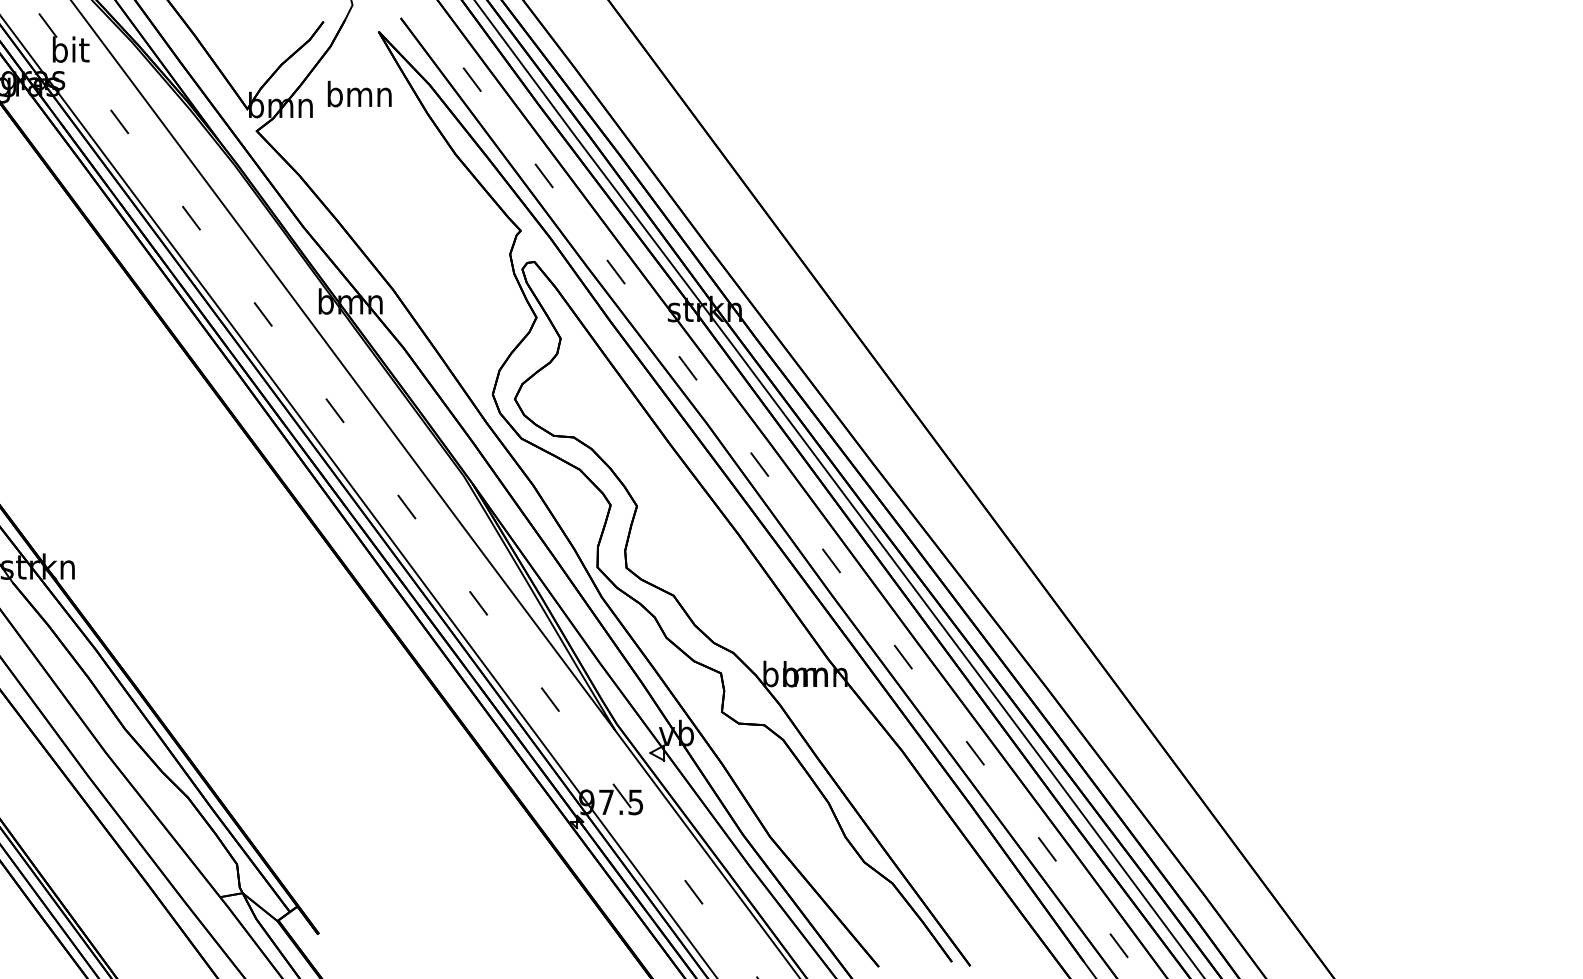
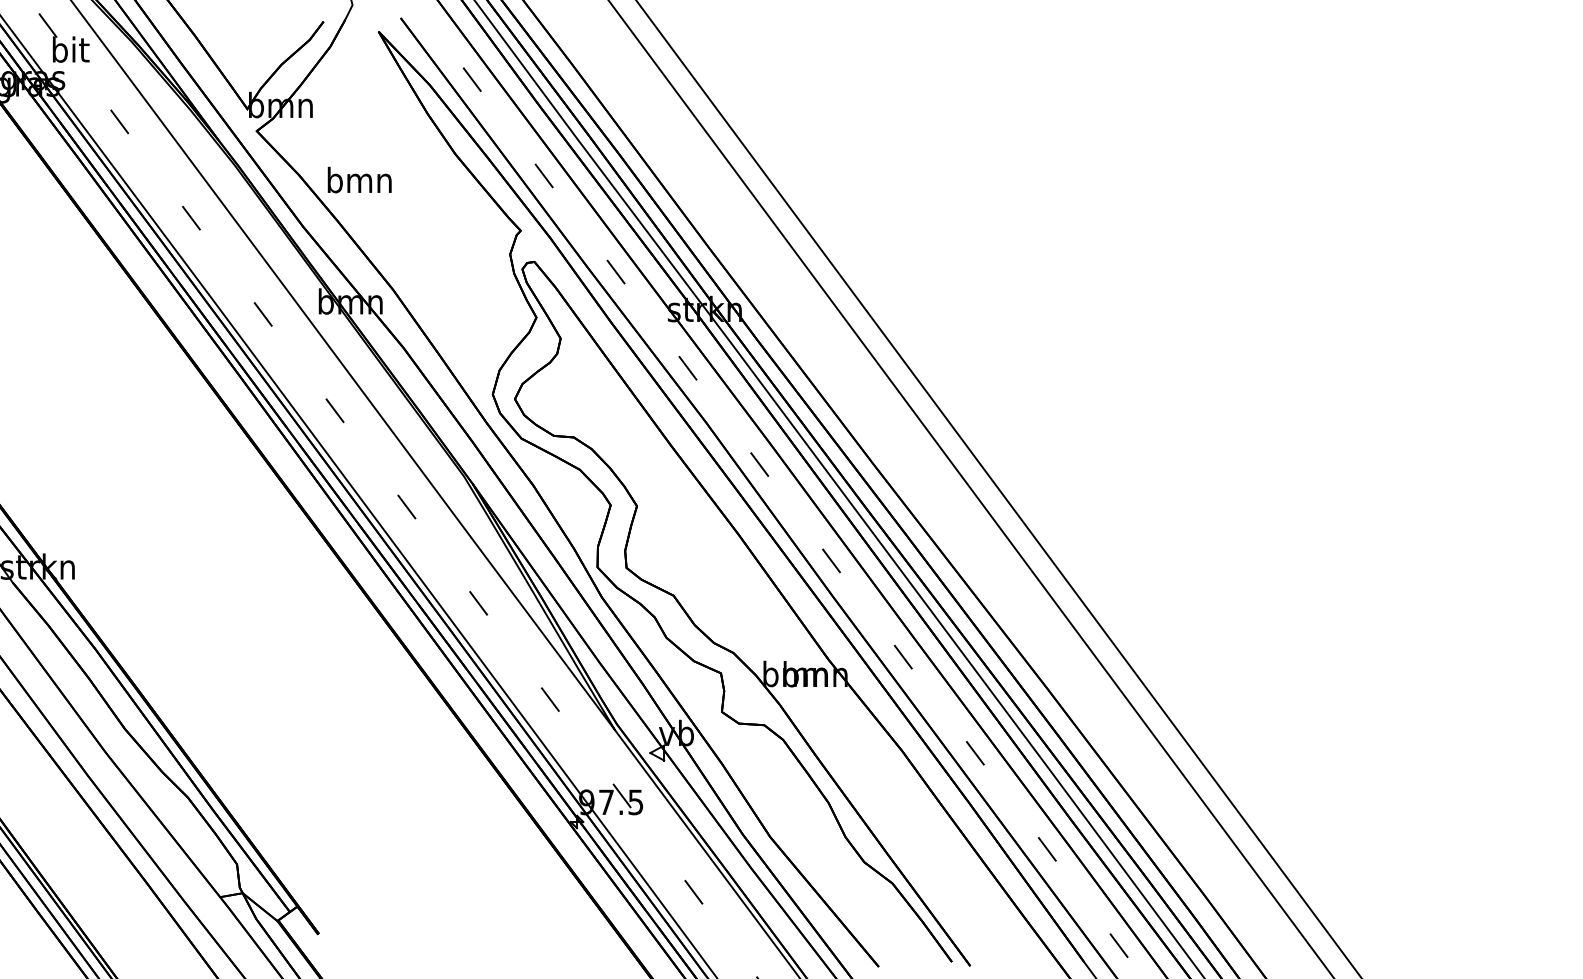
text at (359, 93) position: (359, 93) -> (359, 179)
line at (971, 488) position: (971, 488) -> (998, 488)
